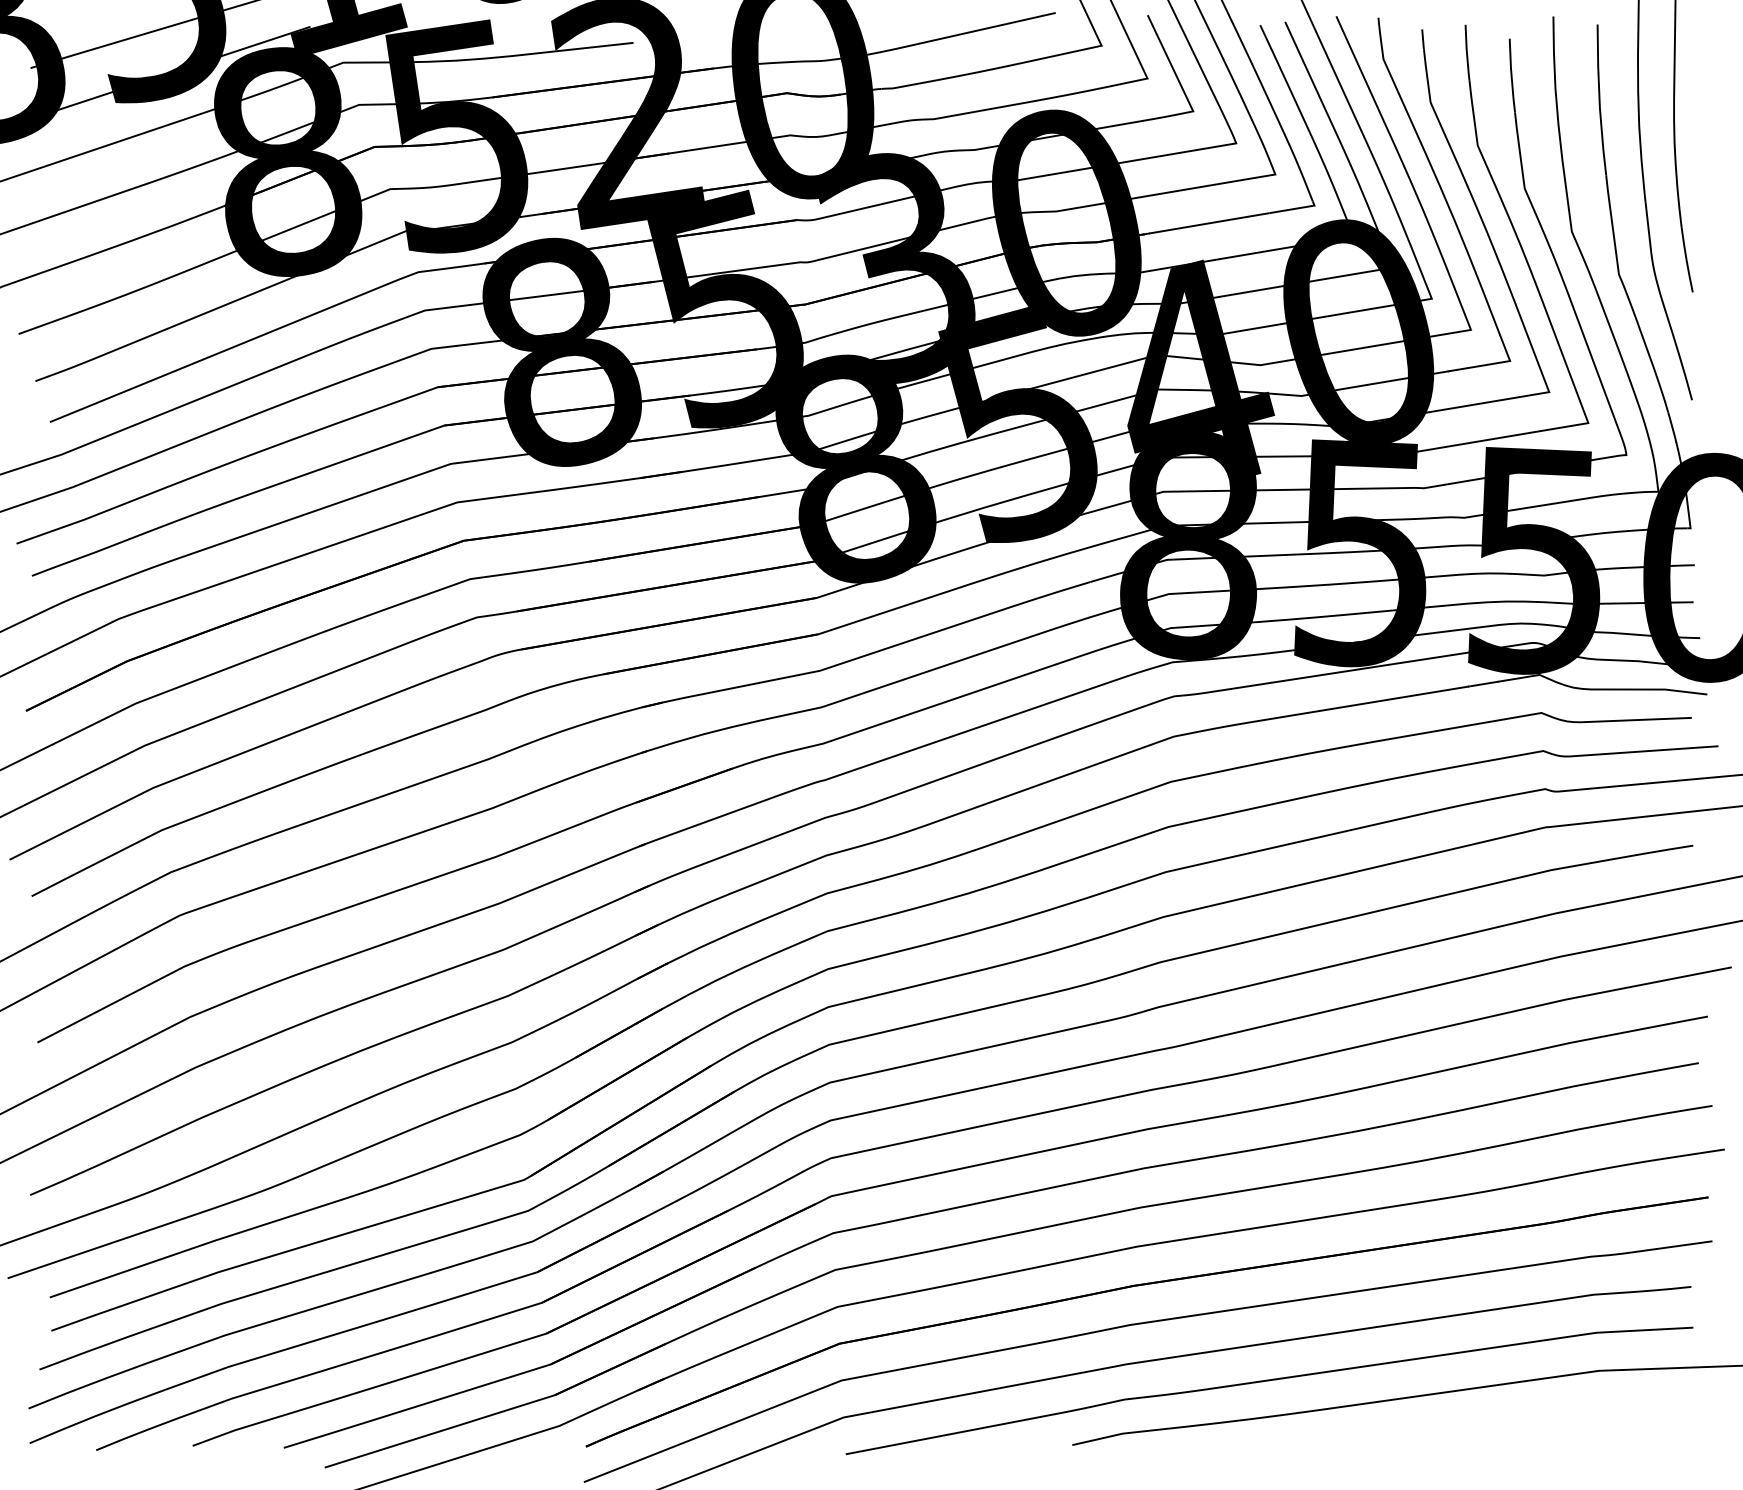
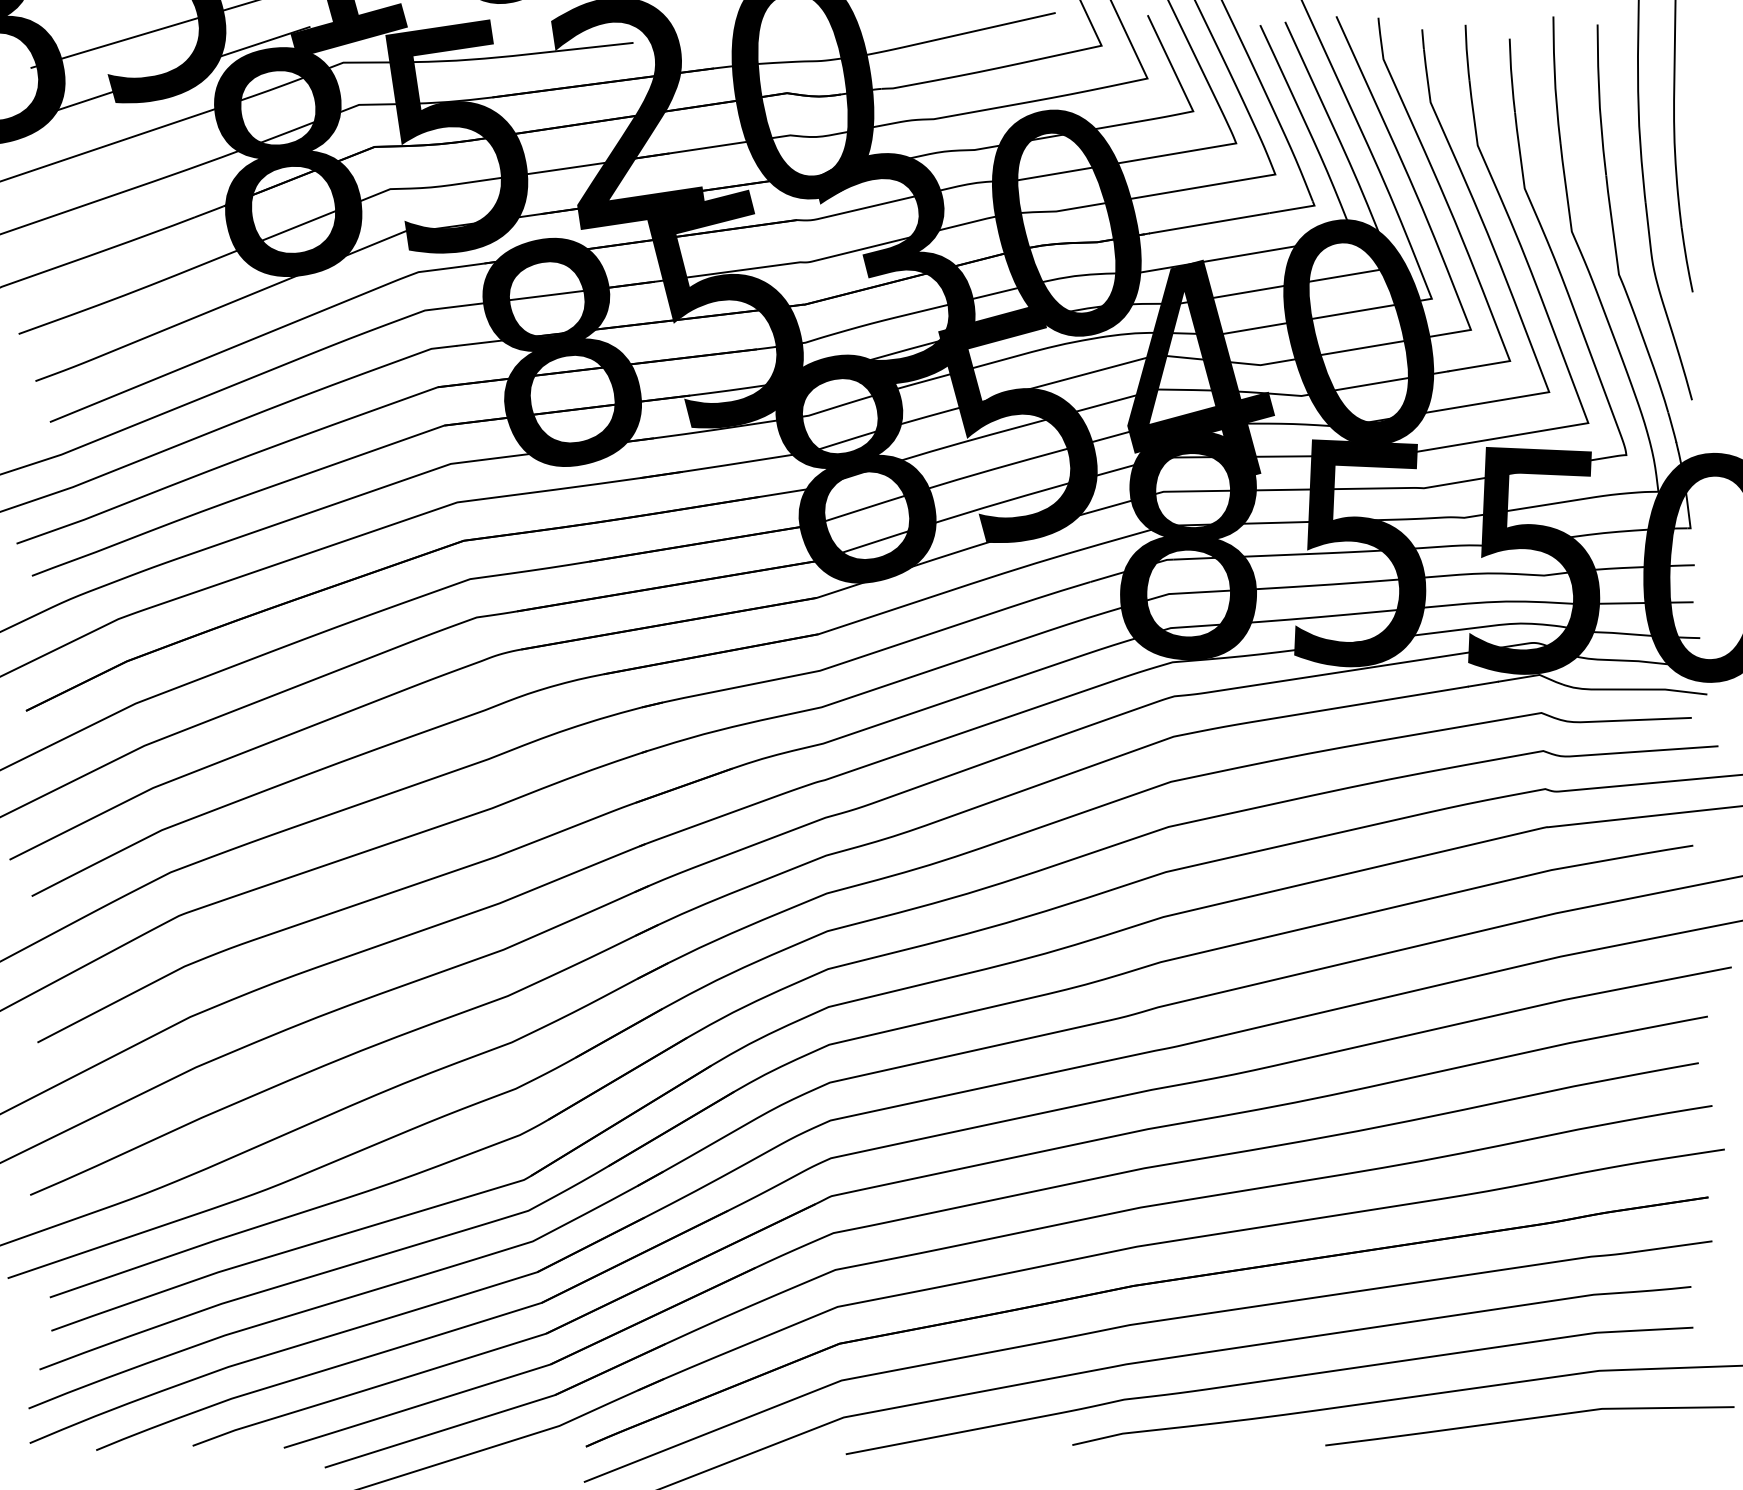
line at (1529, 1419): none -> present
